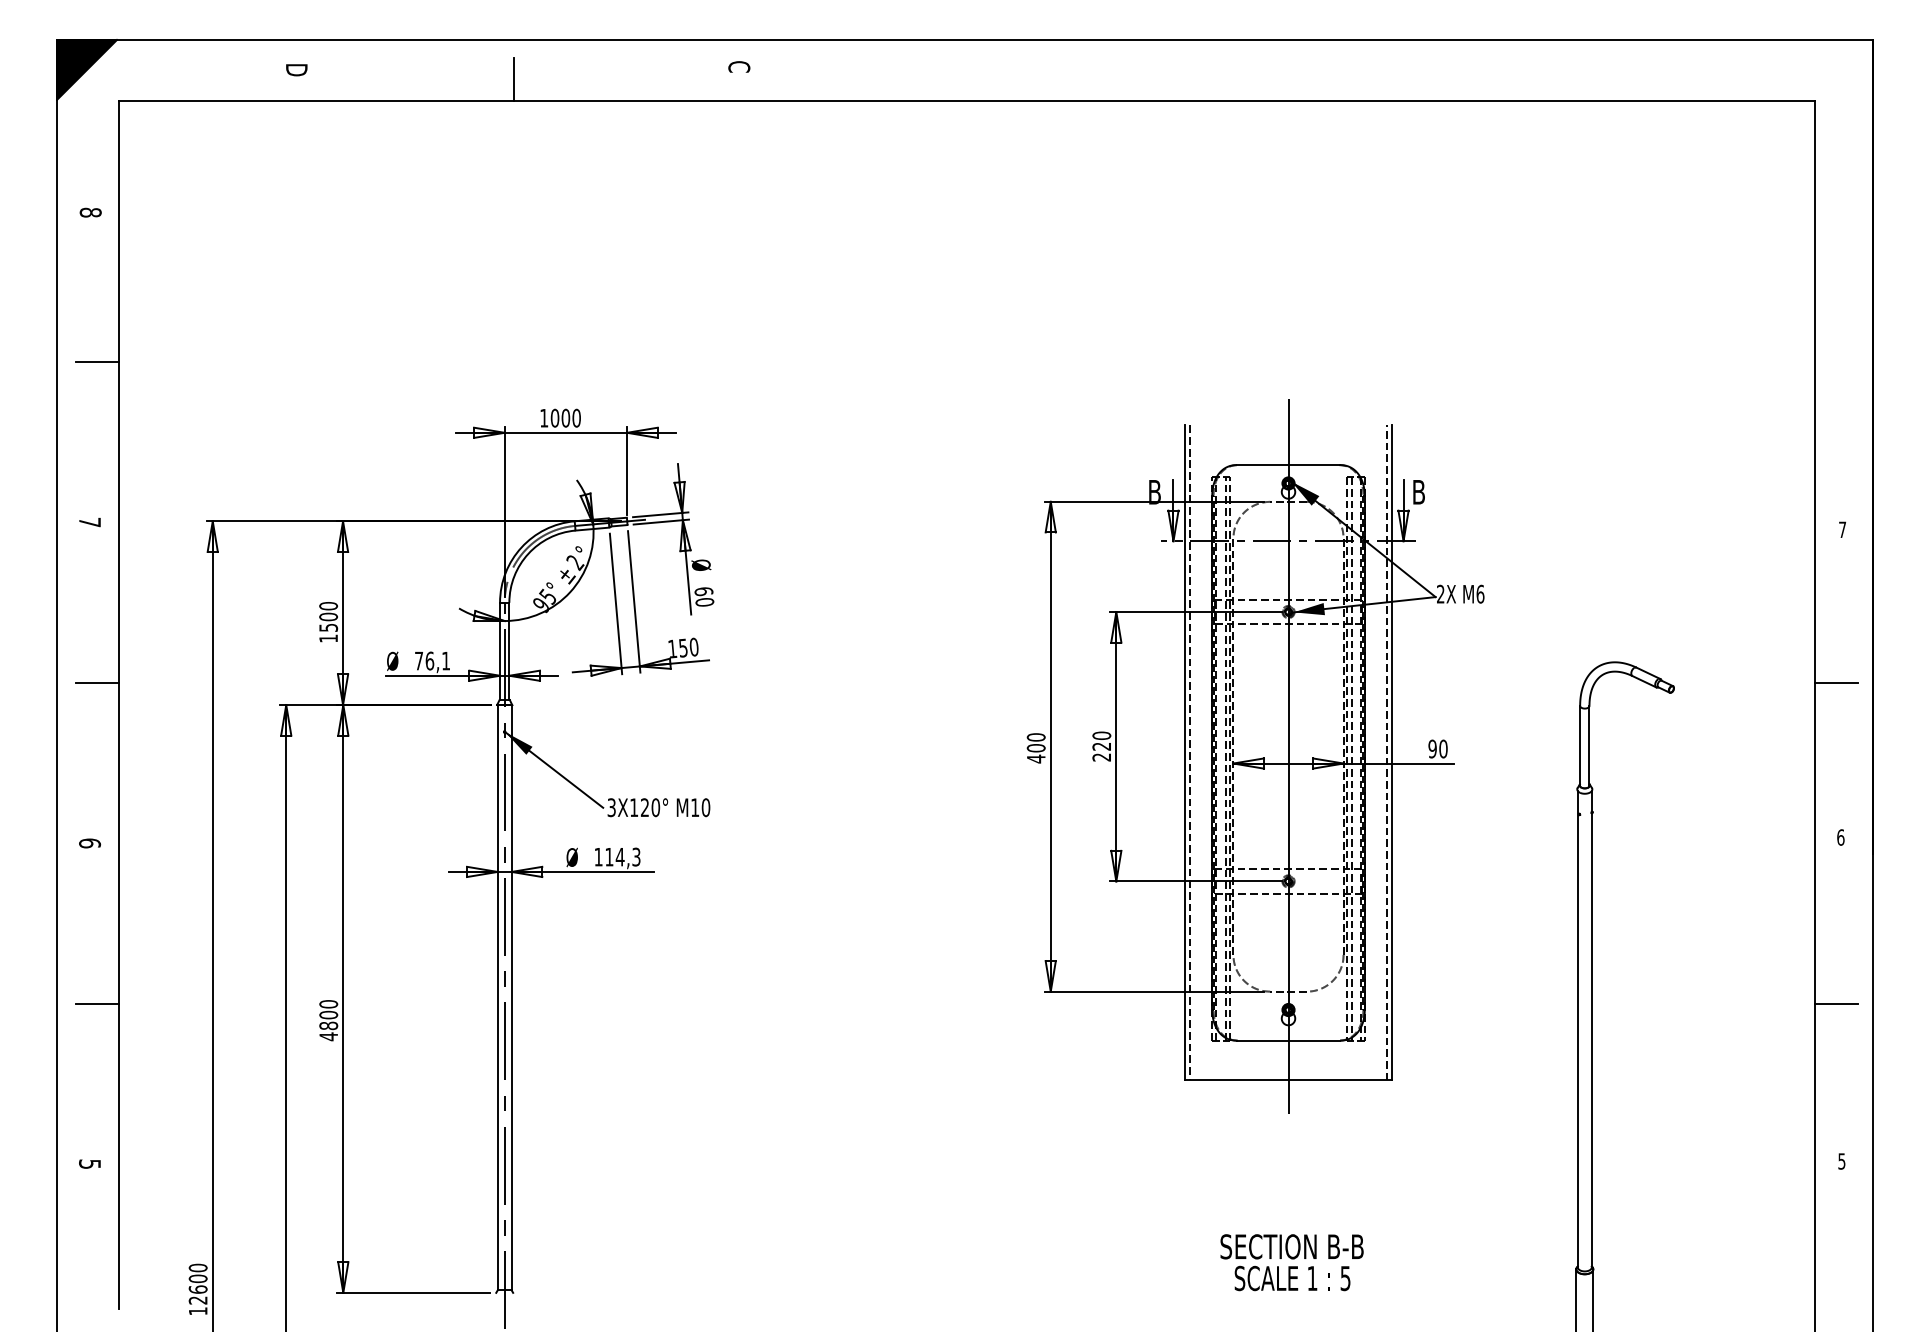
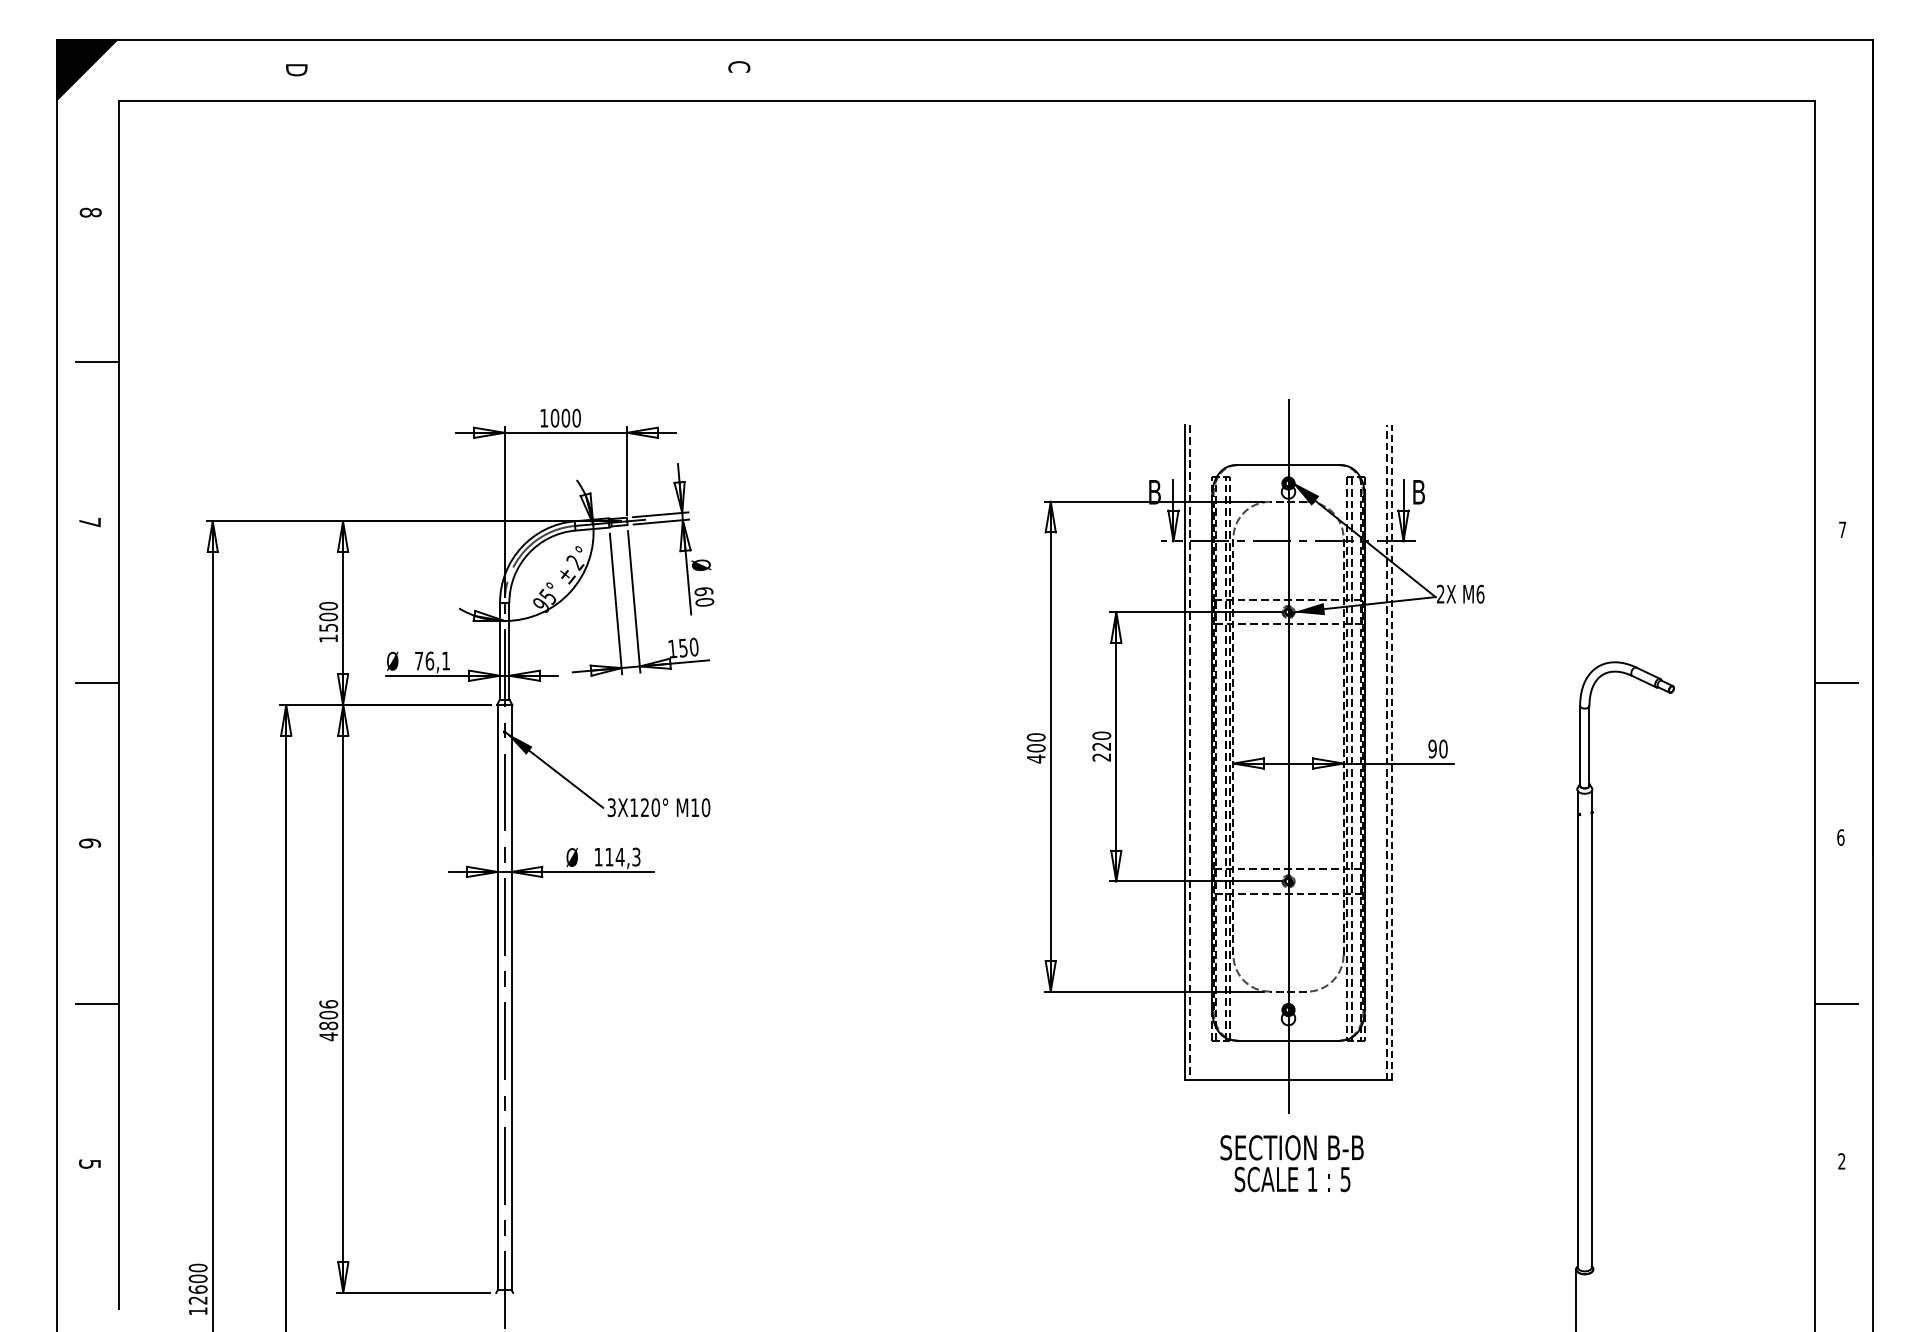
line at (513, 79): present -> none
line at (1391, 752): solid -> dashed
text at (328, 1004): 4800 -> 4806
text at (1841, 1161): 5 -> 2
text at (1291, 1262) position: (1291, 1262) -> (1291, 1163)
line at (1593, 1298): present -> none
